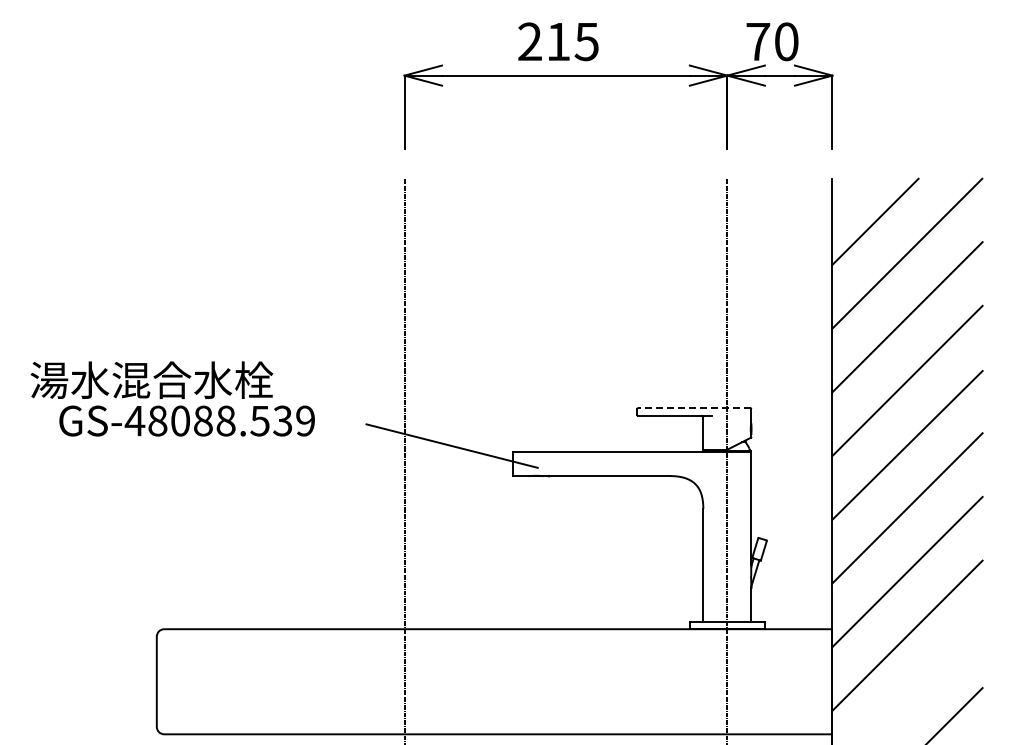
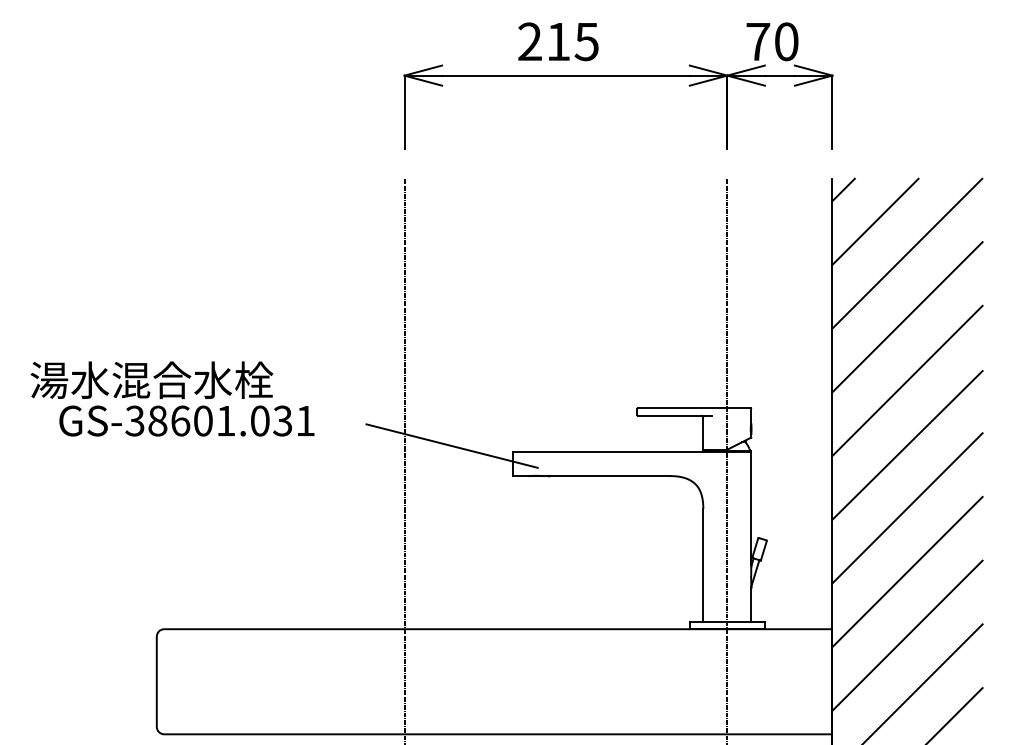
line at (843, 189): none -> present
line at (693, 408): dashed -> solid
text at (219, 420): GS-48088.539 -> GS-38601.031
line at (923, 682): none -> present
